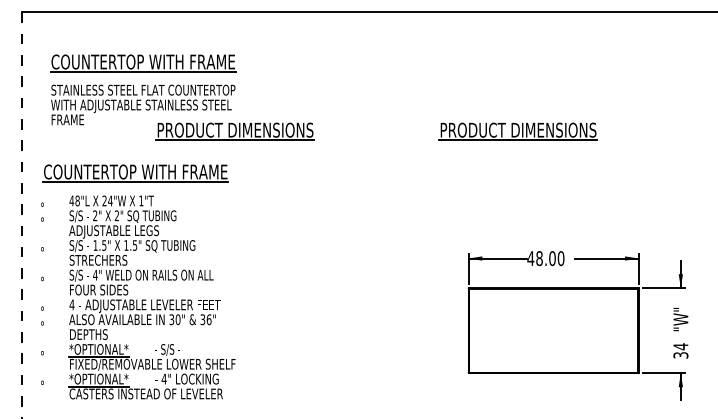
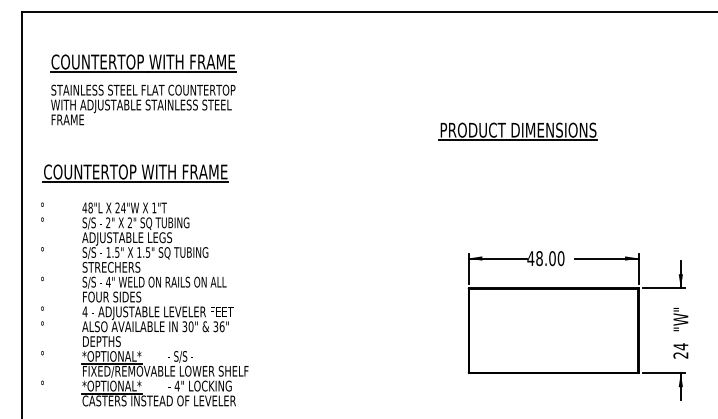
part at (234, 131): present -> none
line at (21, 215): dashed -> solid
part at (151, 297) position: (151, 297) -> (164, 304)
text at (681, 355): 34 -> 24
